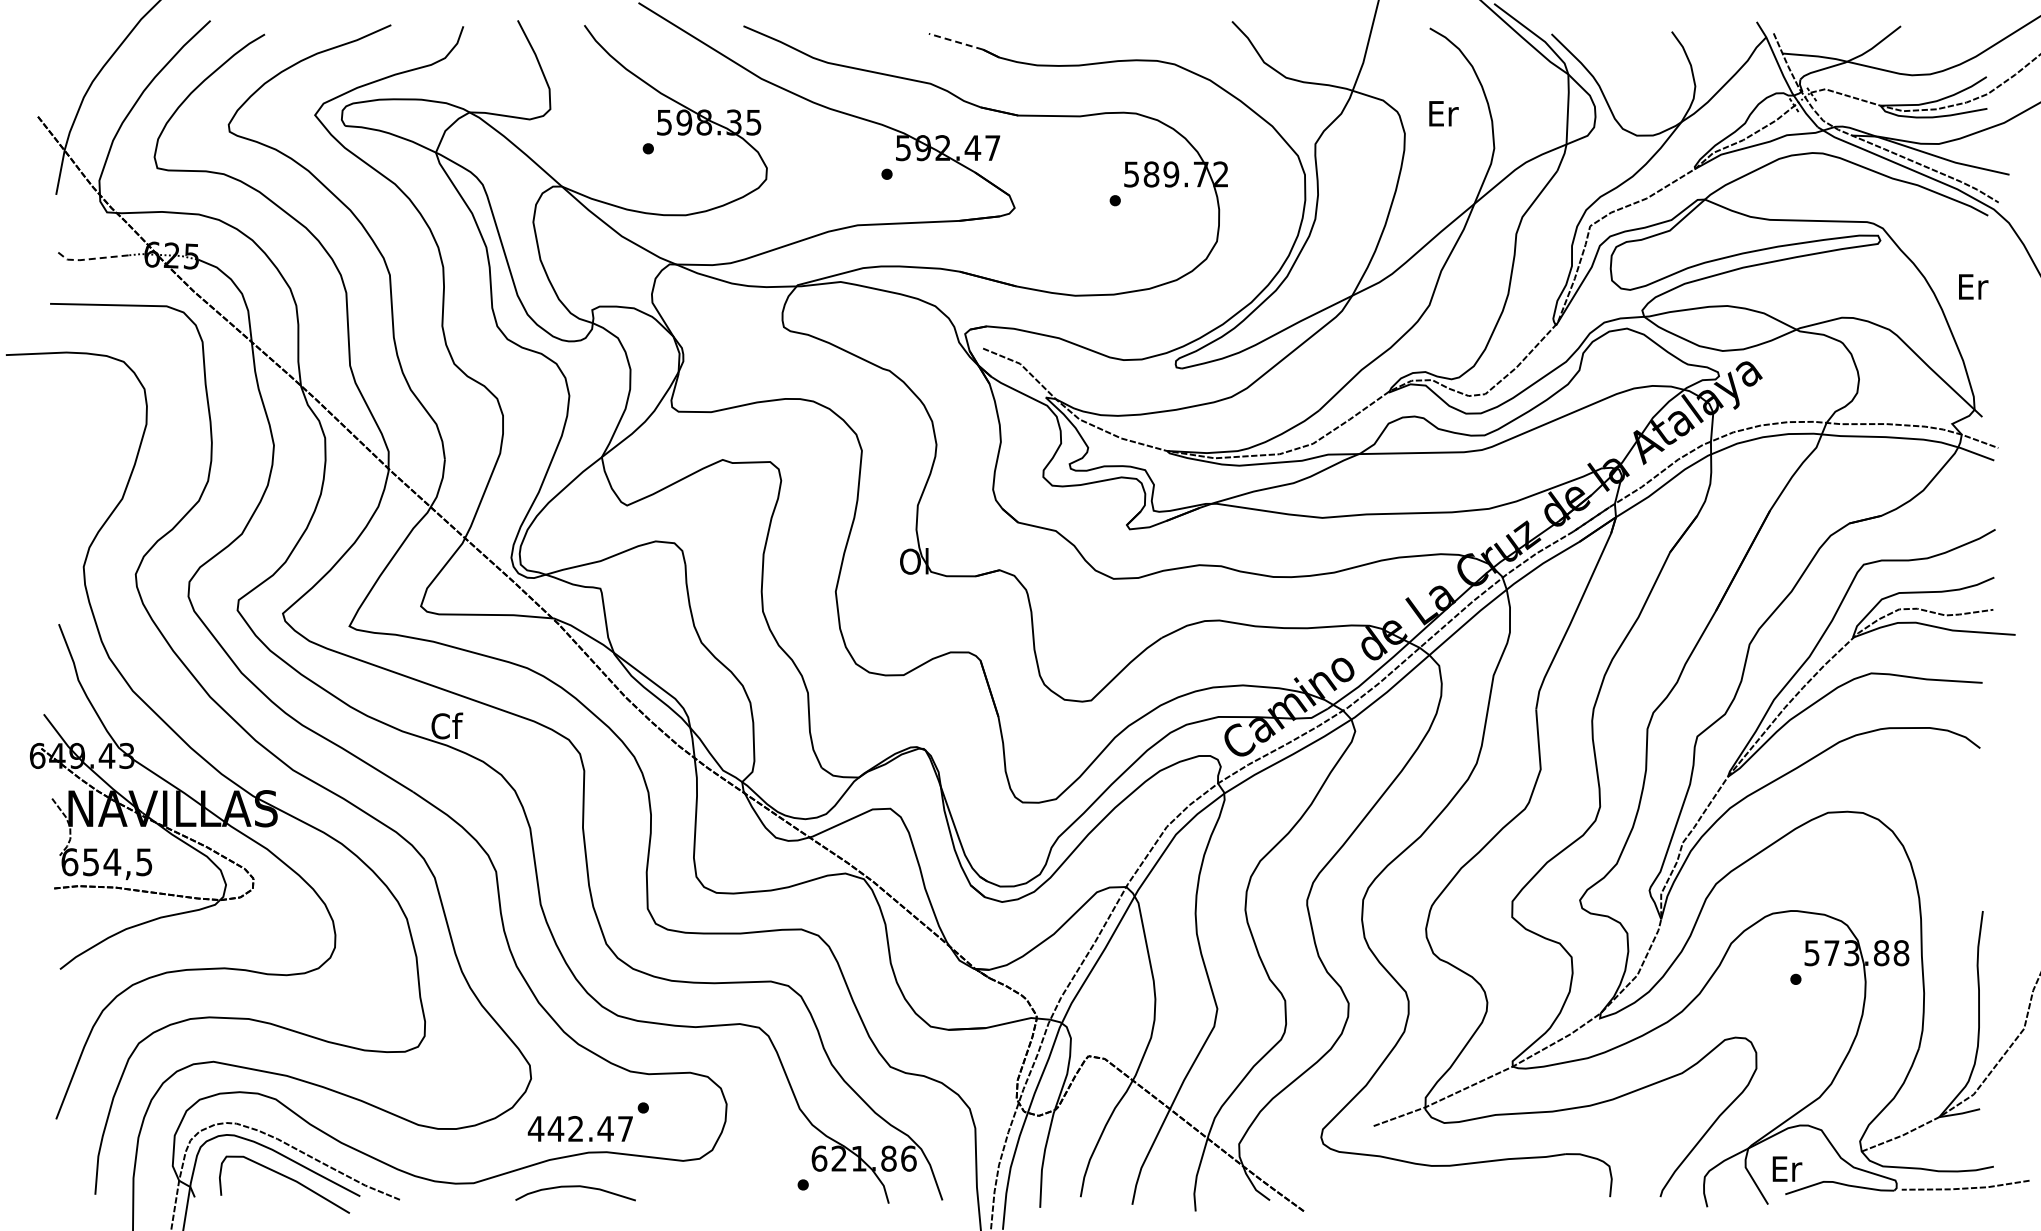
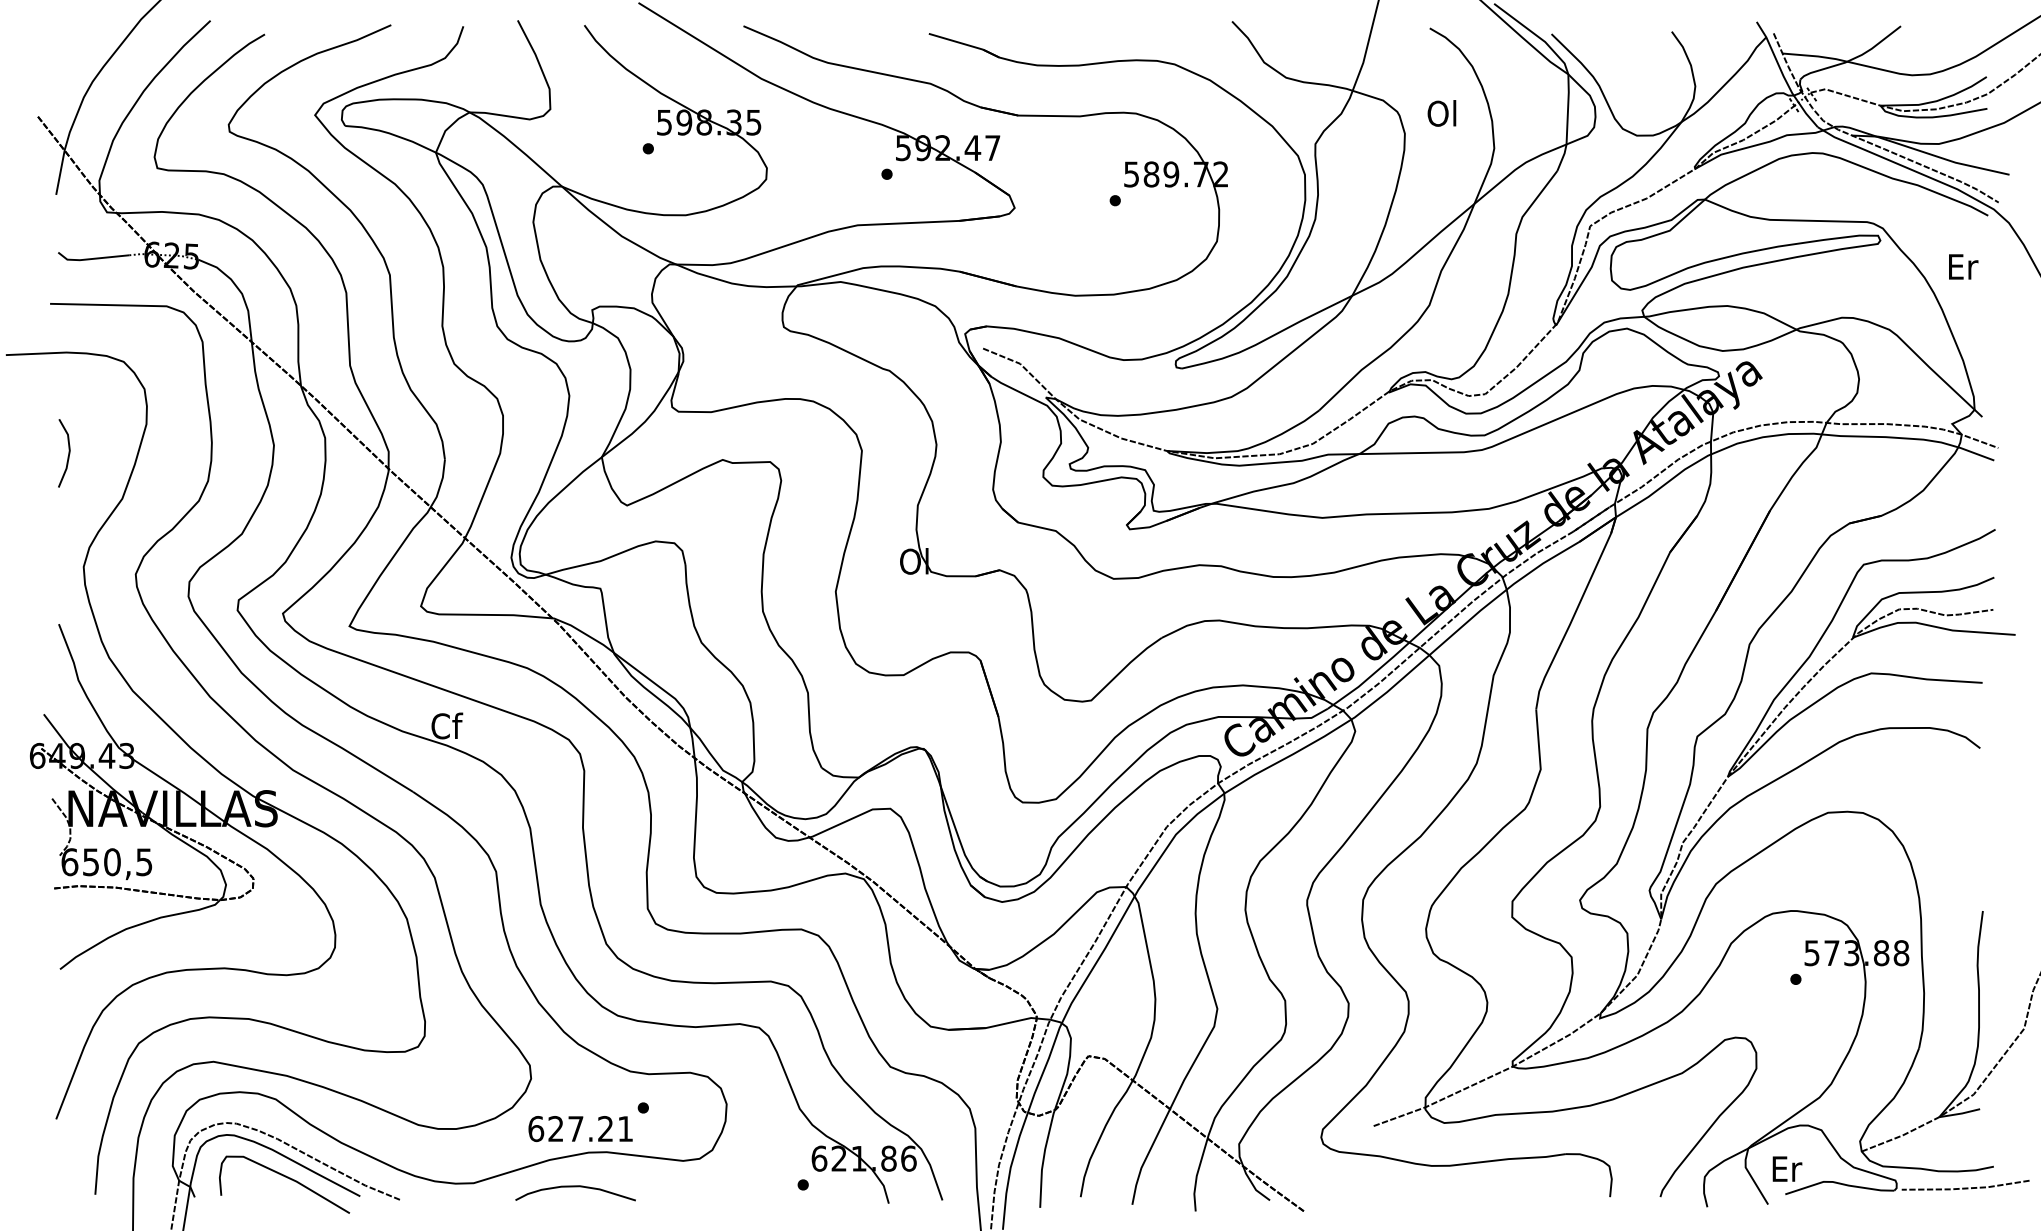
line at (955, 41): dashed -> solid
text at (1442, 113): Er -> Ol
line at (91, 259): dashed -> solid
text at (1973, 286) position: (1973, 286) -> (1963, 266)
line at (68, 453): none -> present
text at (112, 862): 654,5 -> 650,5
text at (579, 1129): 442.47 -> 627.21
